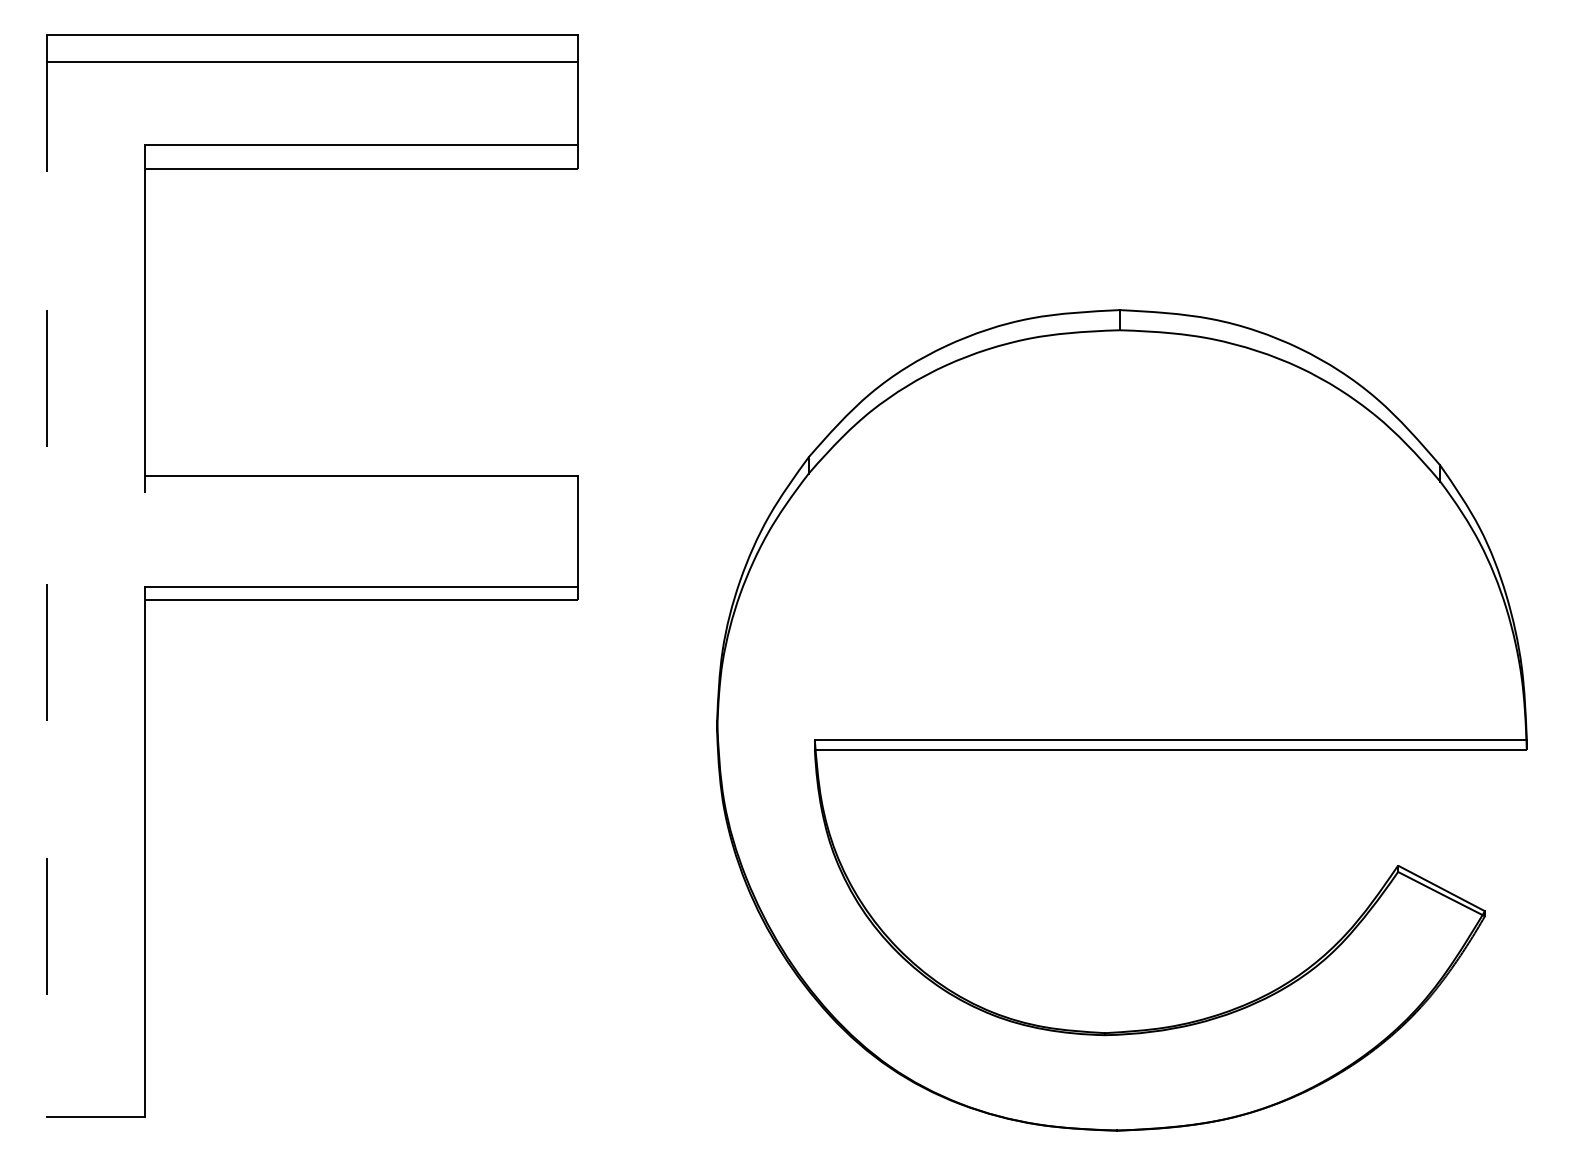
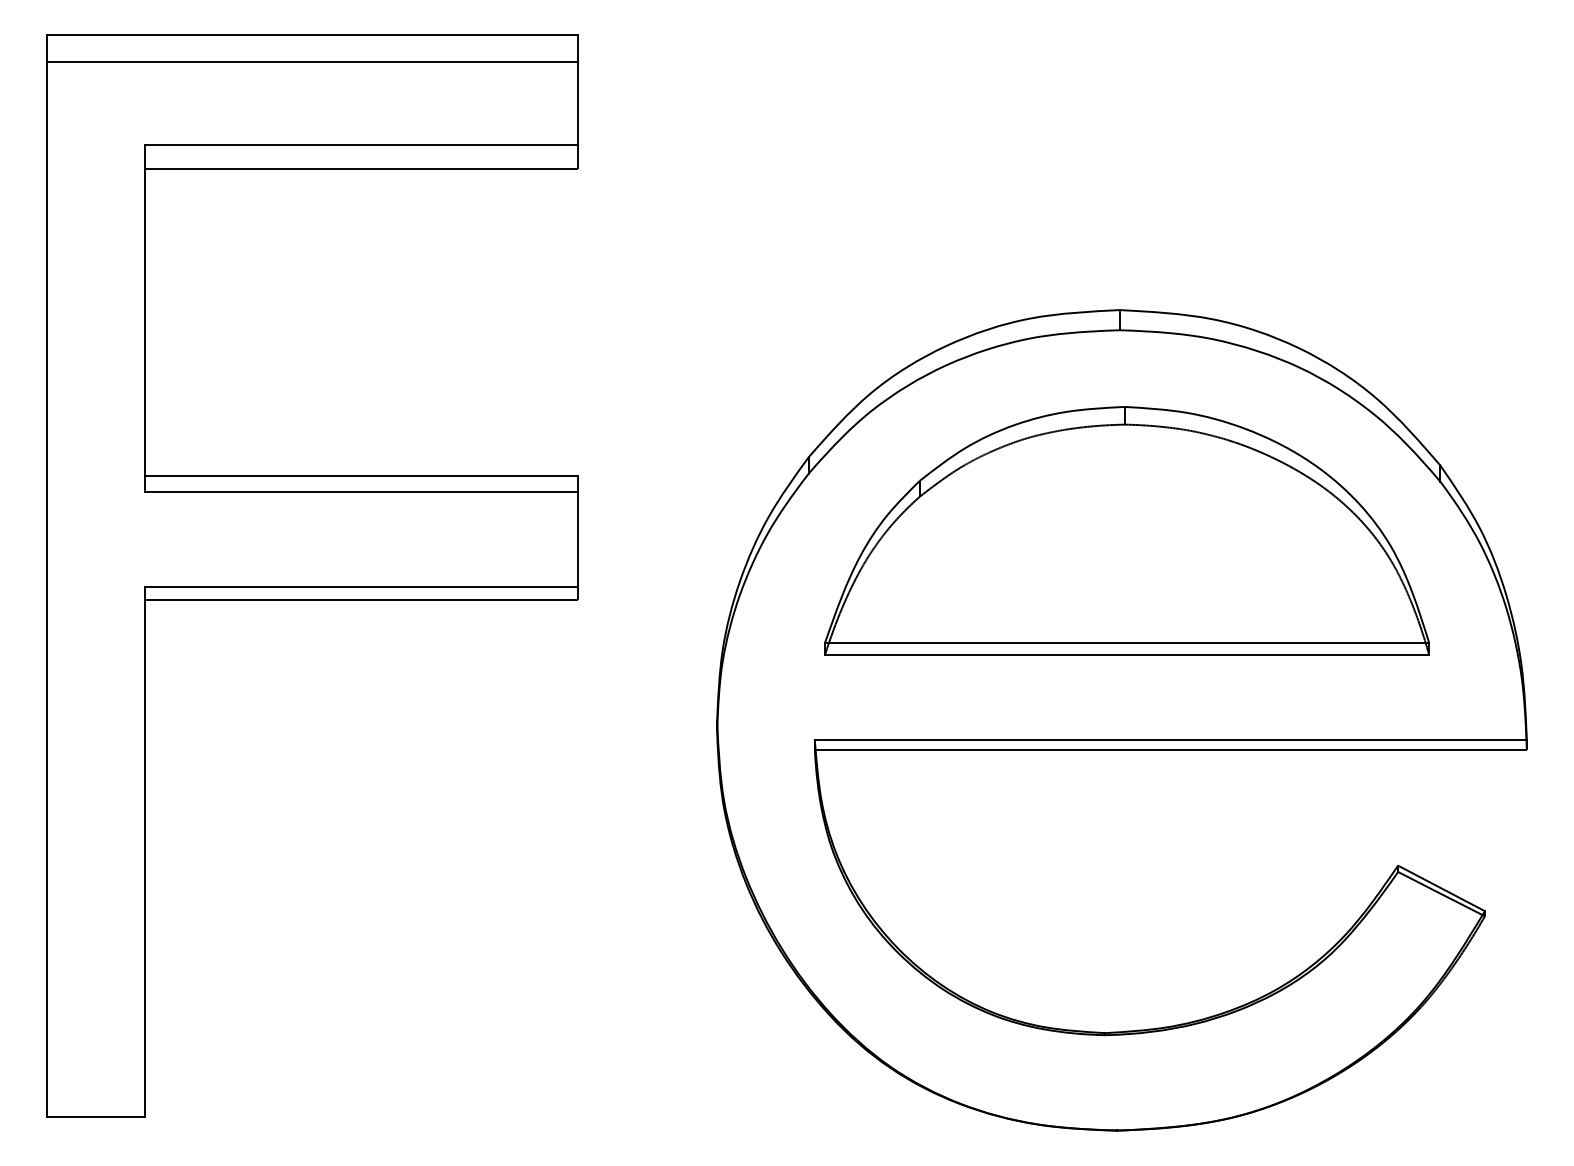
line at (360, 492): none -> present
part at (1126, 530): none -> present
line at (47, 576): dashed -> solid
